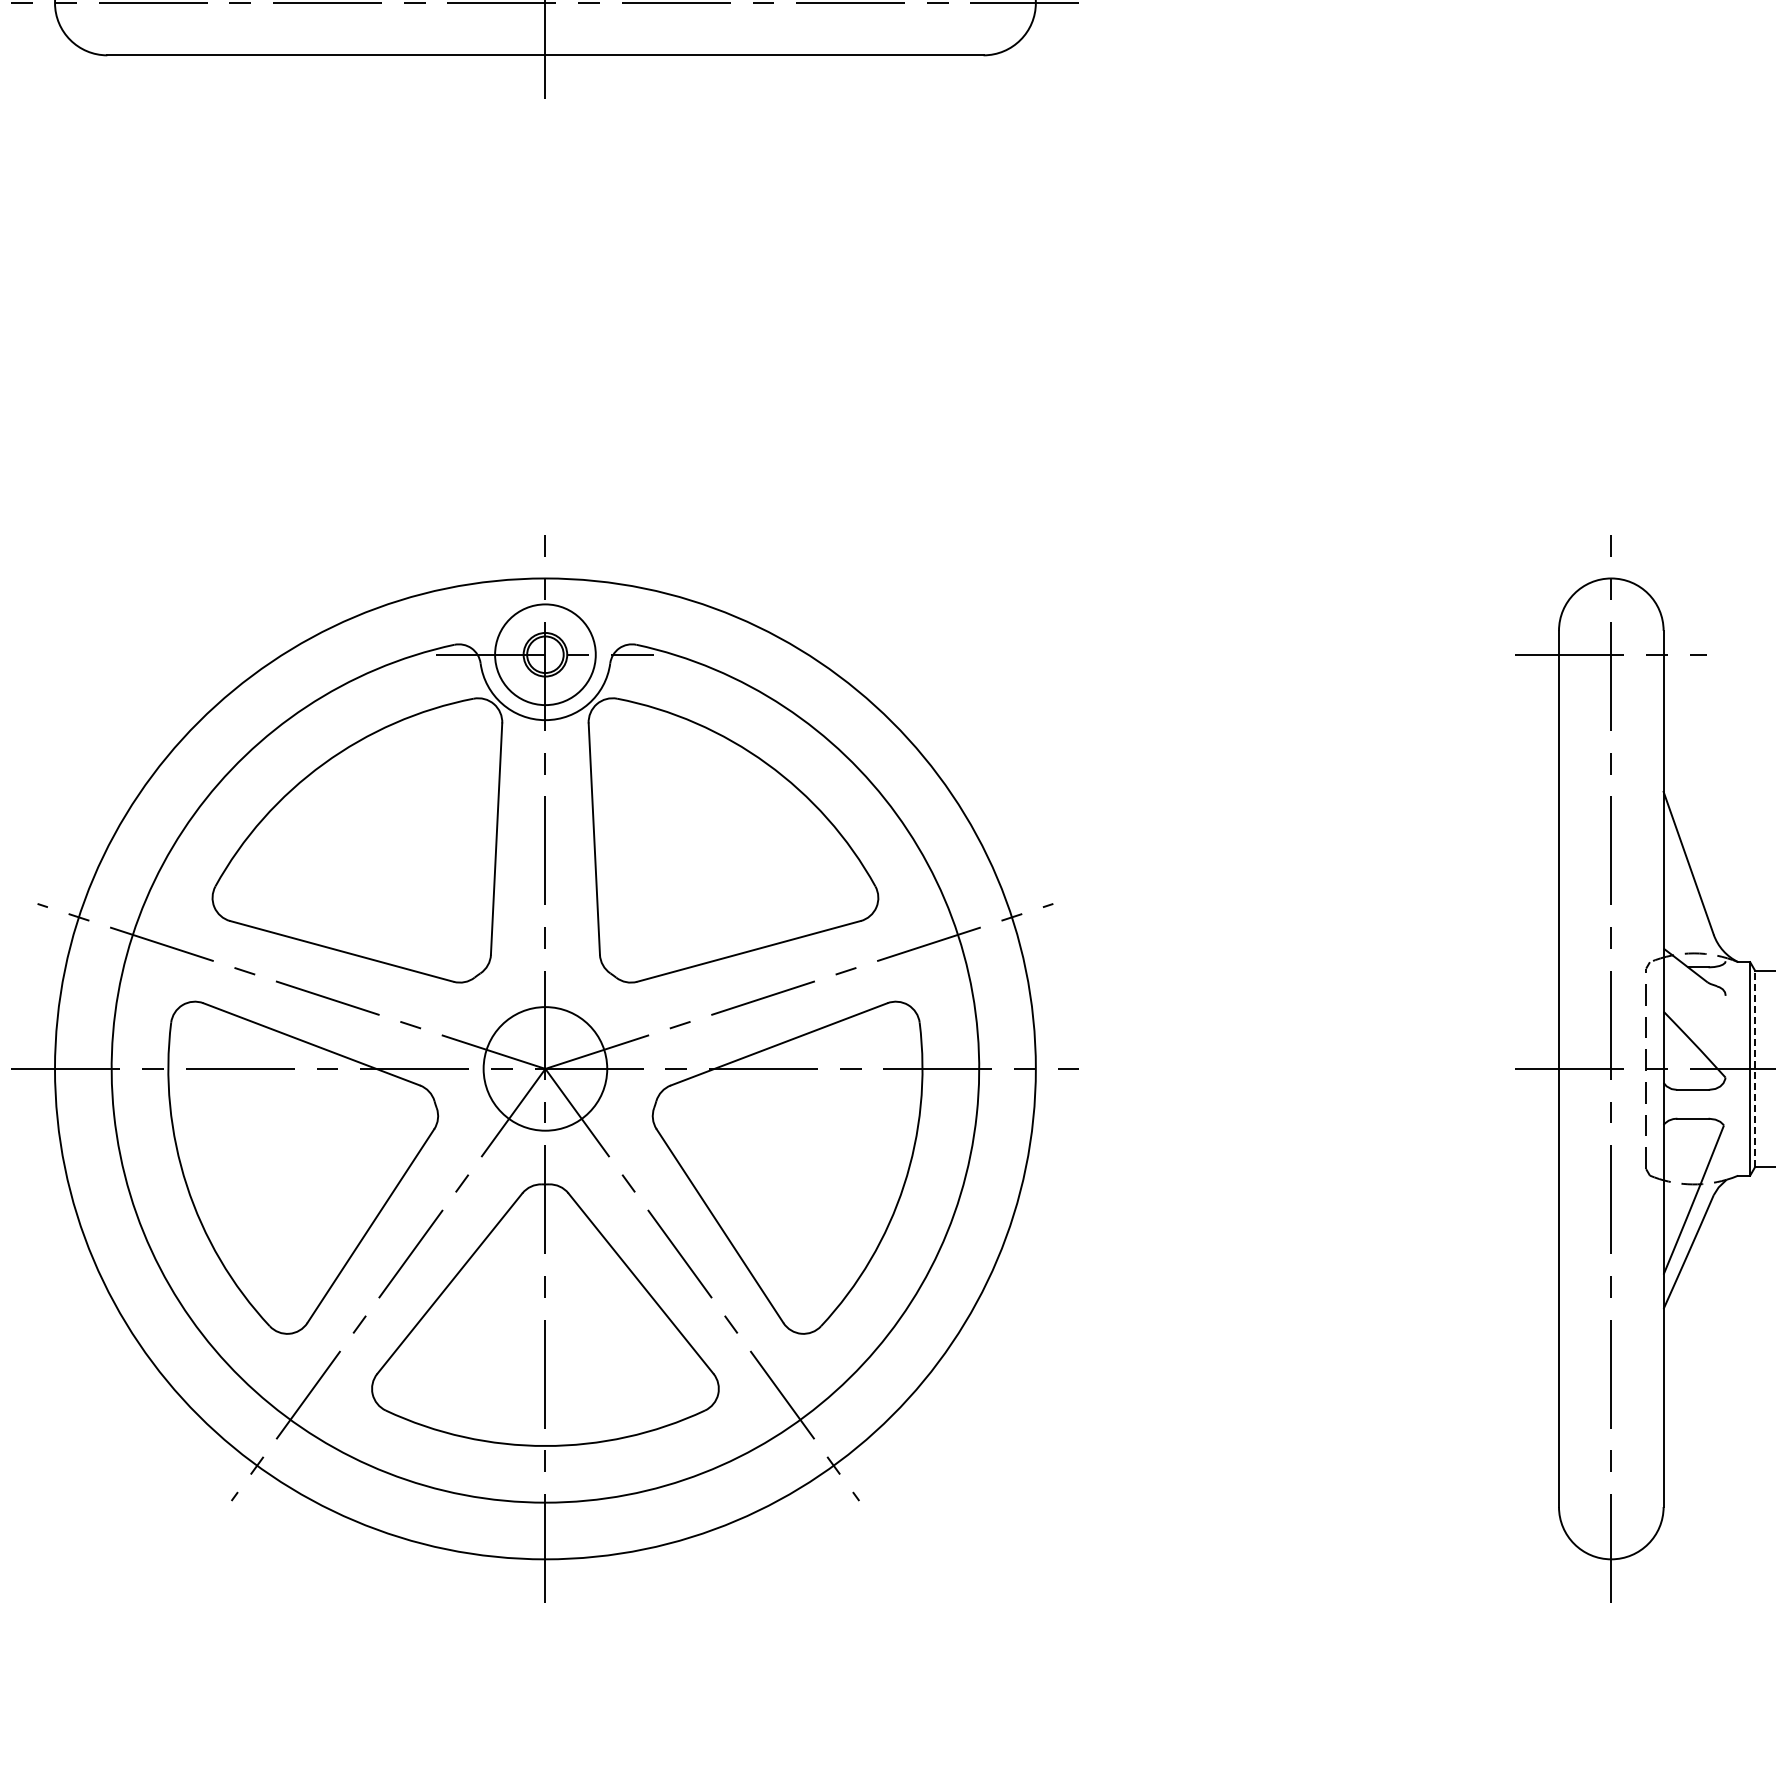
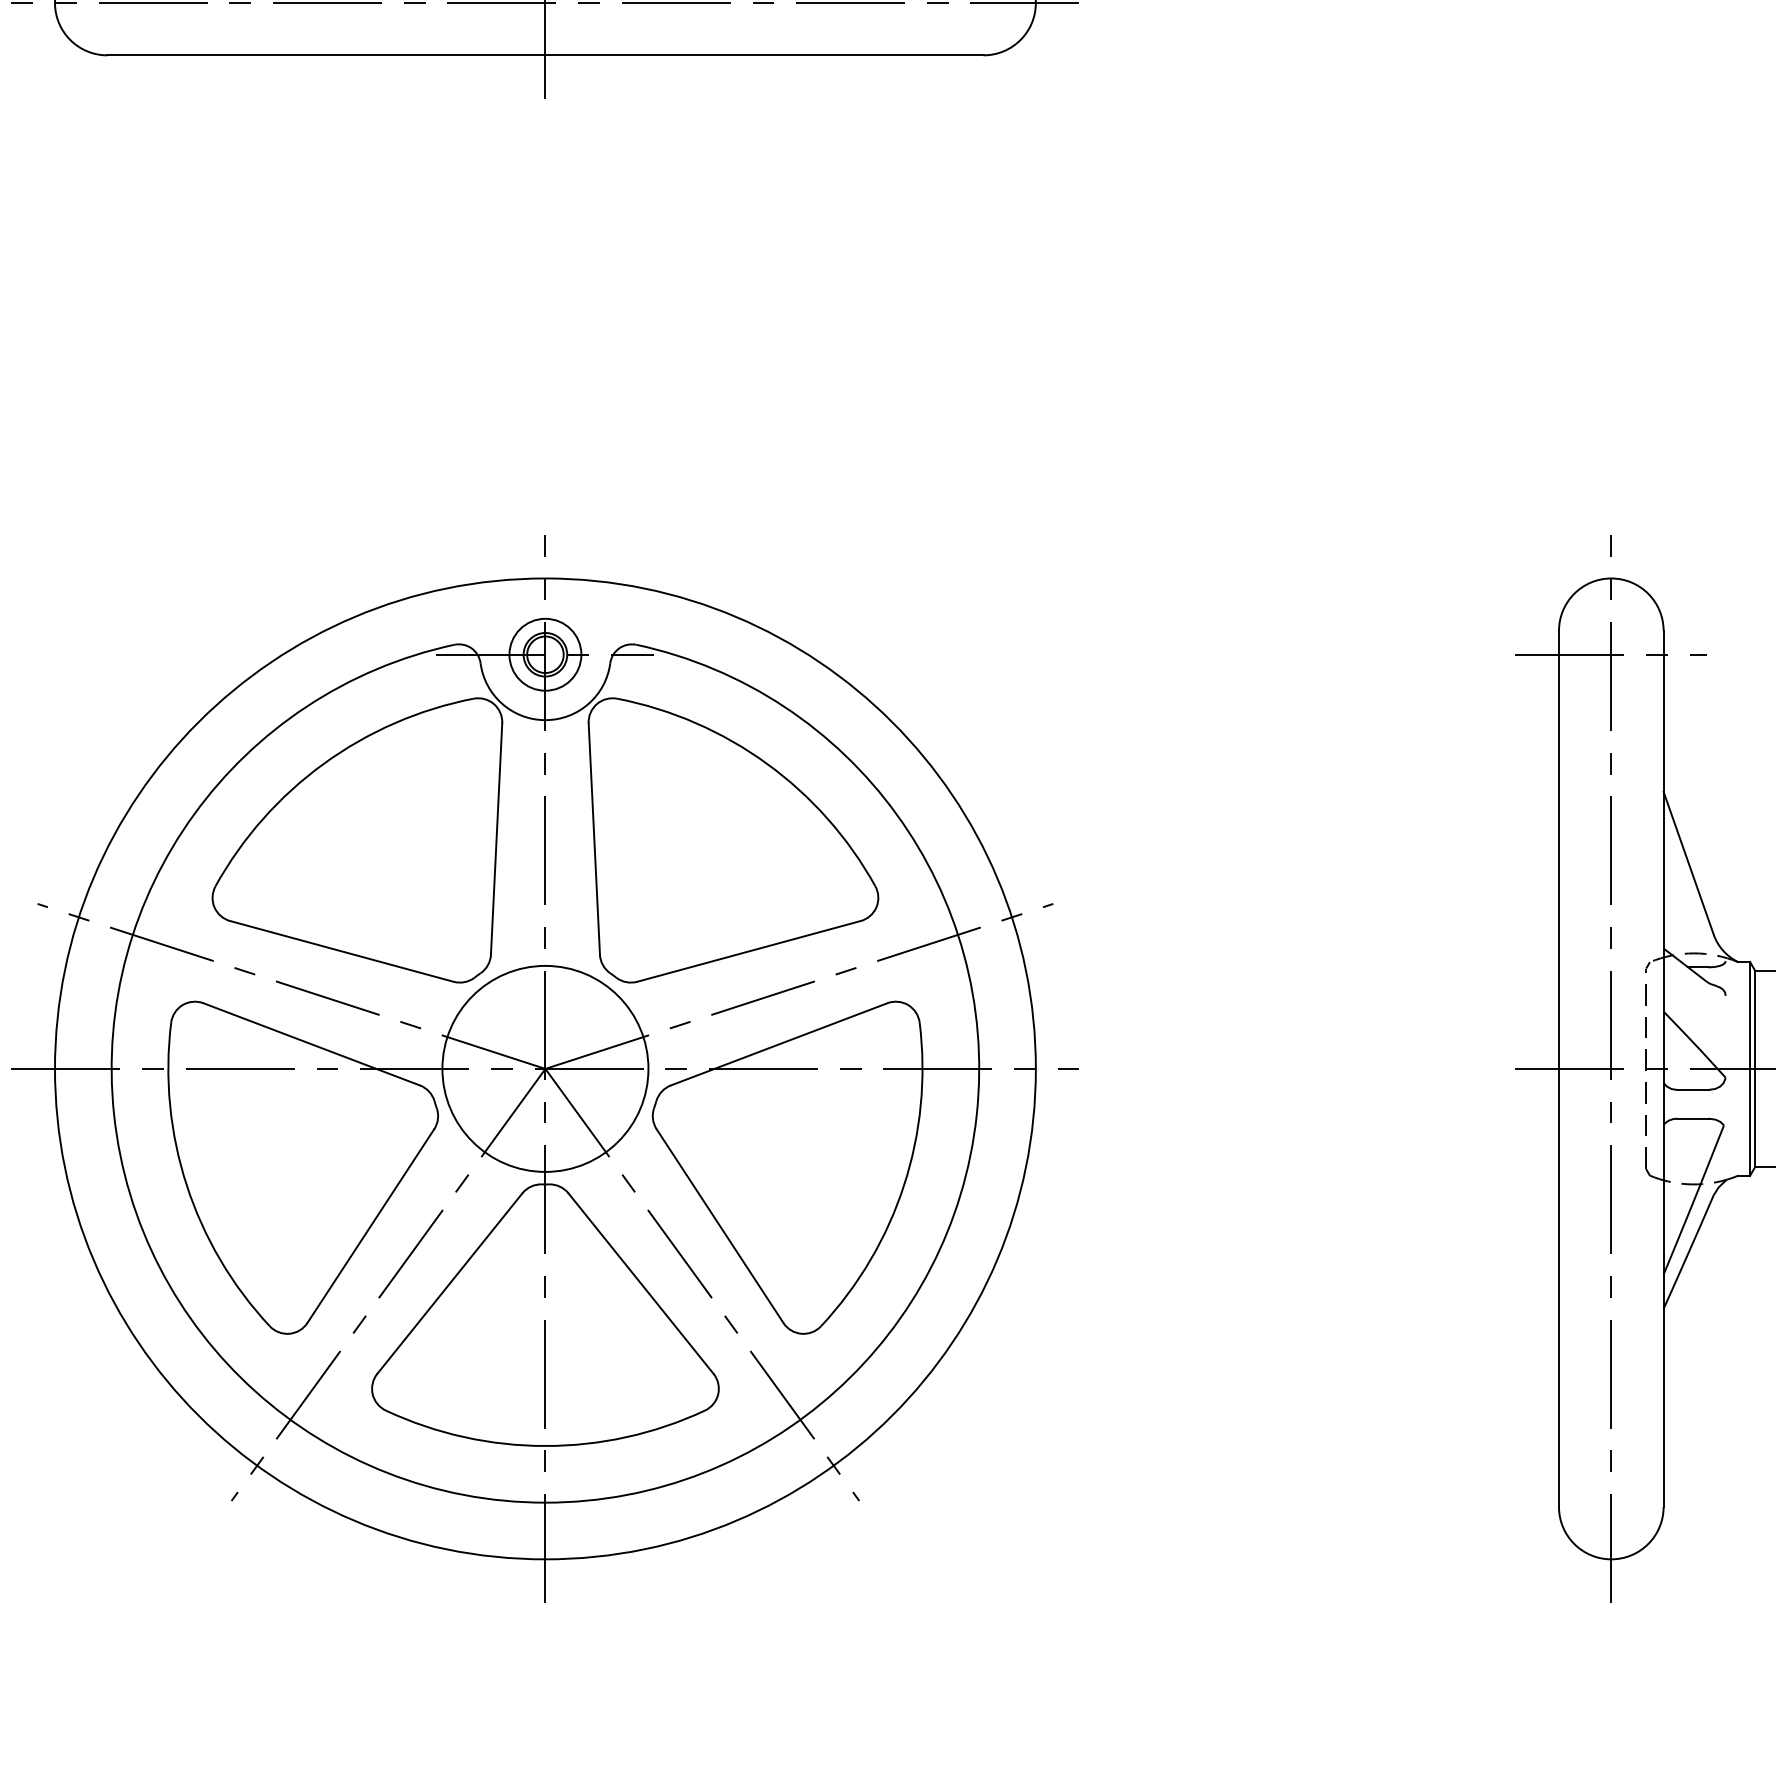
circle at (545, 654) diameter: 101 px -> 72 px
circle at (545, 1068) diameter: 124 px -> 206 px
line at (1755, 1068): dashed -> solid
